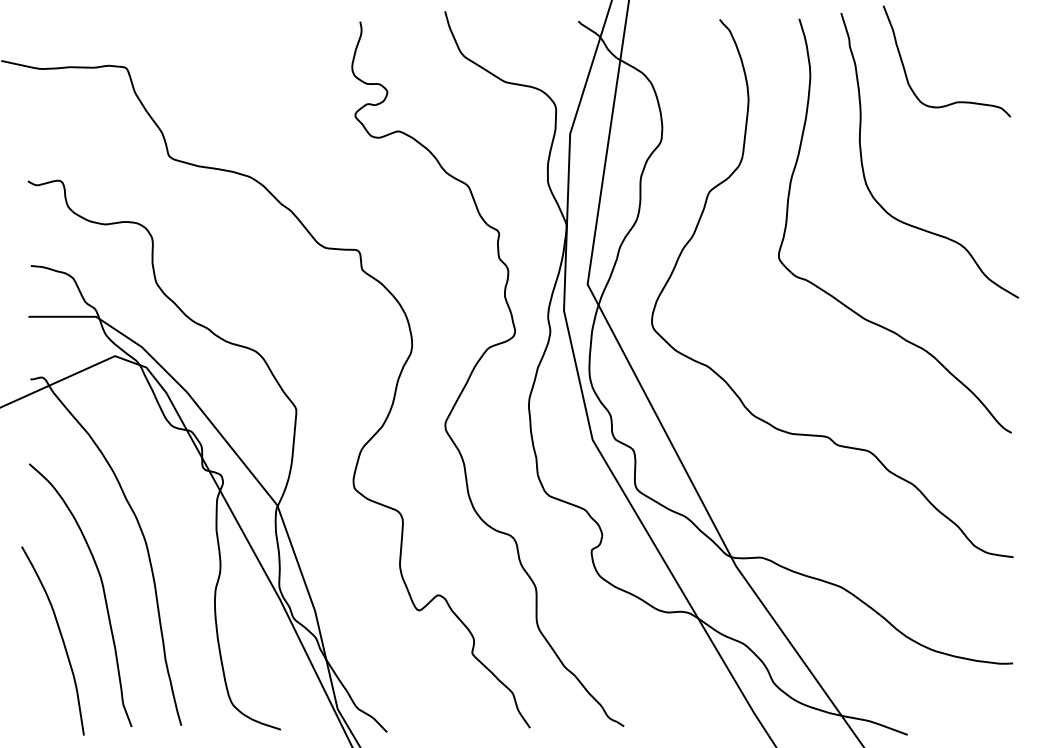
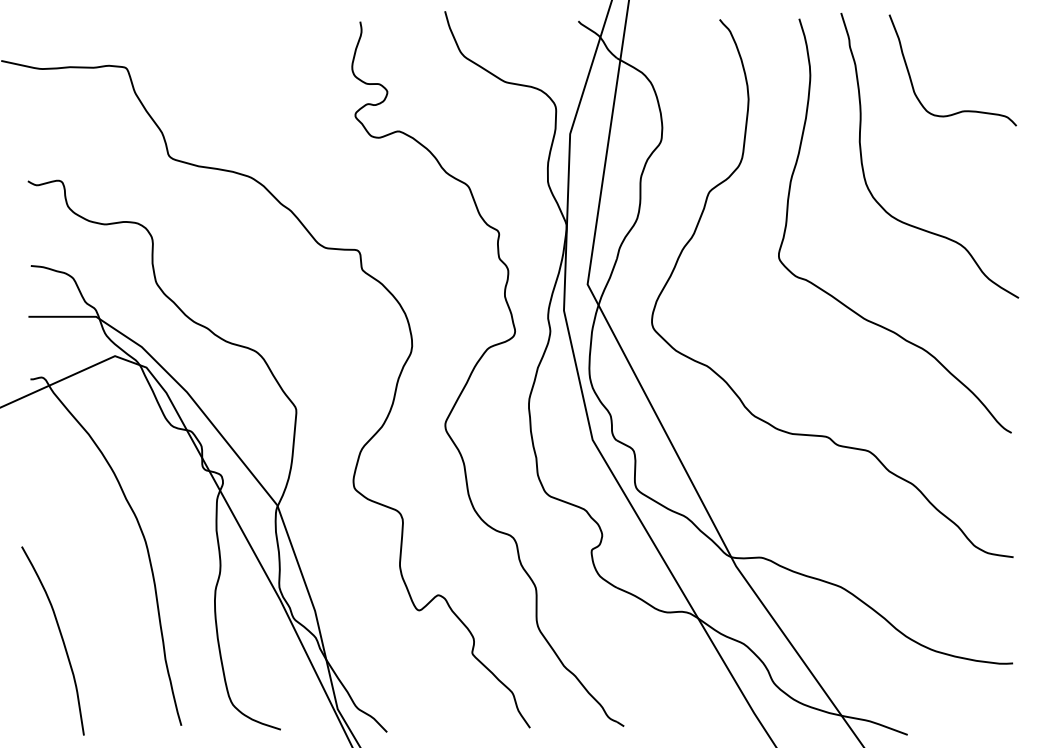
curve at (955, 101) position: (955, 101) -> (961, 110)
curve at (102, 589): present -> none
